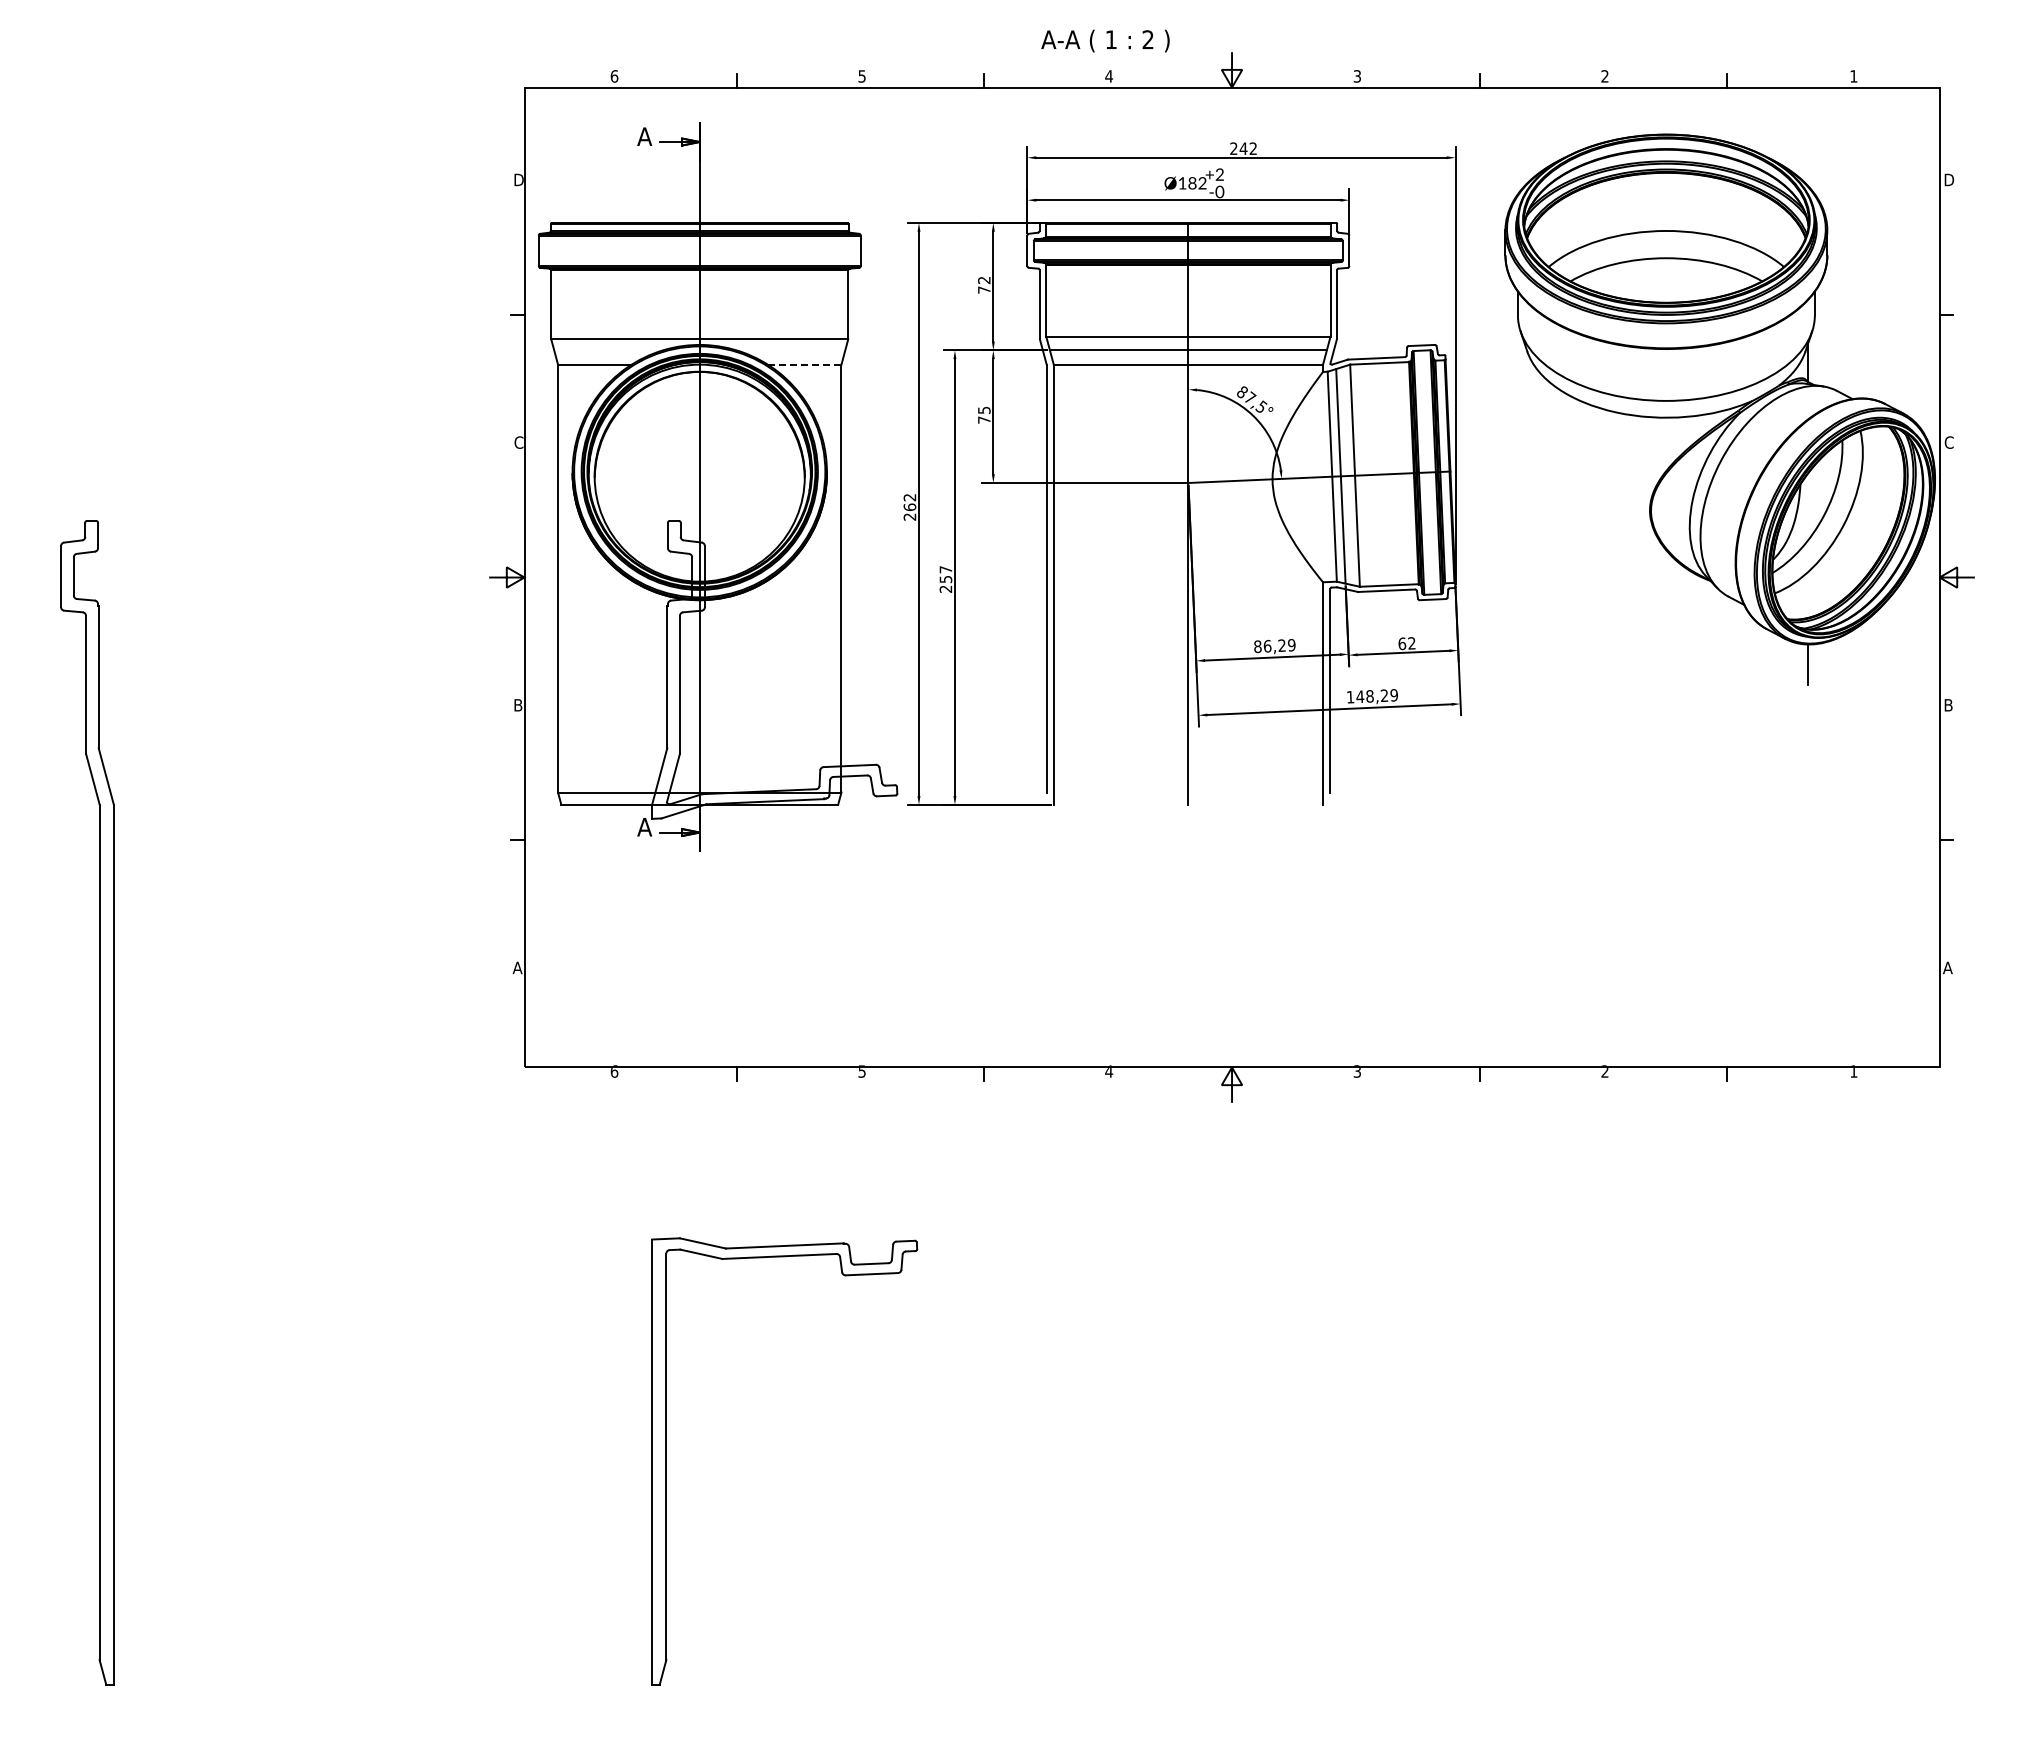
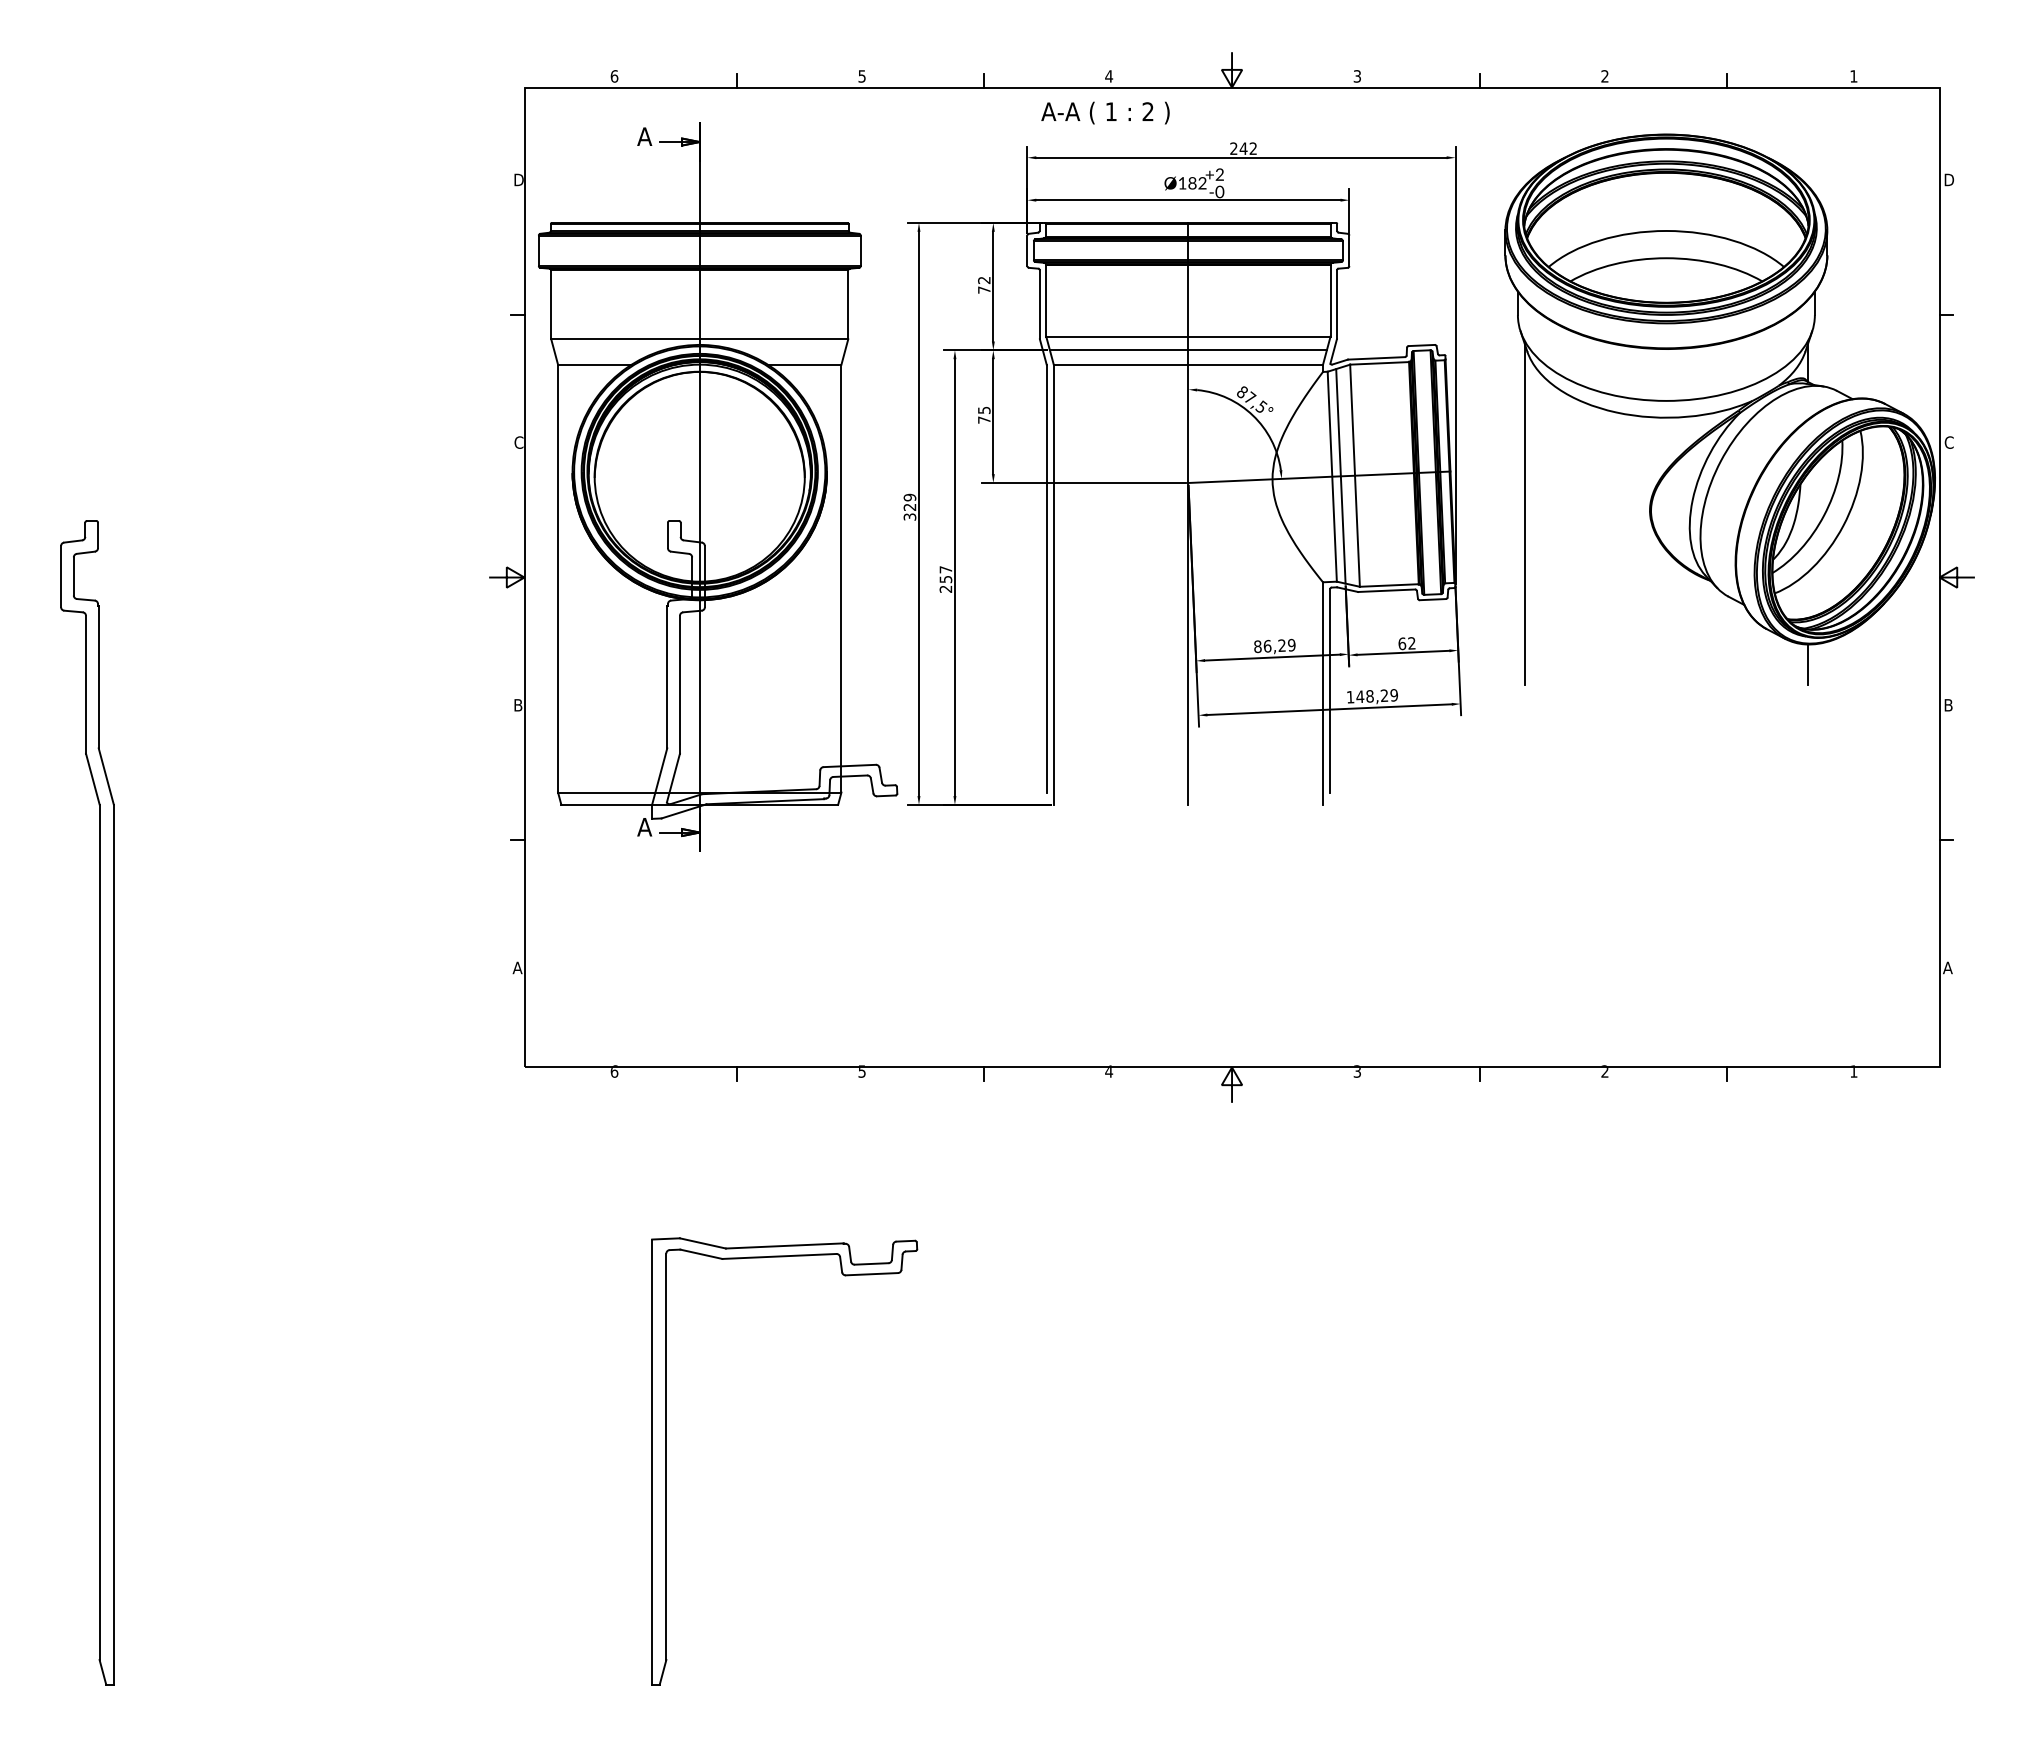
text at (1105, 40) position: (1105, 40) -> (1105, 112)
line at (804, 364): dashed -> solid
text at (909, 506): 262 -> 329
line at (1524, 514): none -> present
